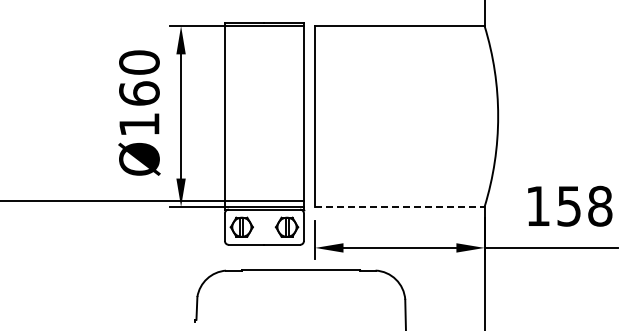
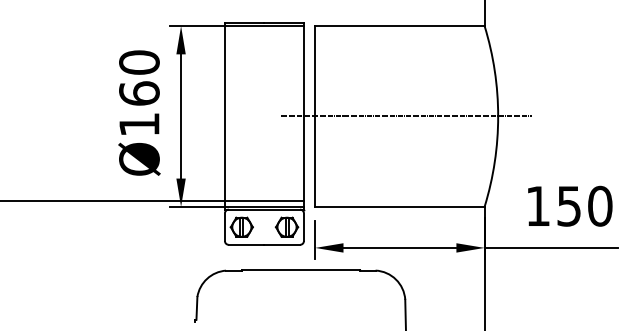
line at (406, 116): none -> present
line at (399, 206): dashed -> solid
text at (600, 206): 158 -> 150
